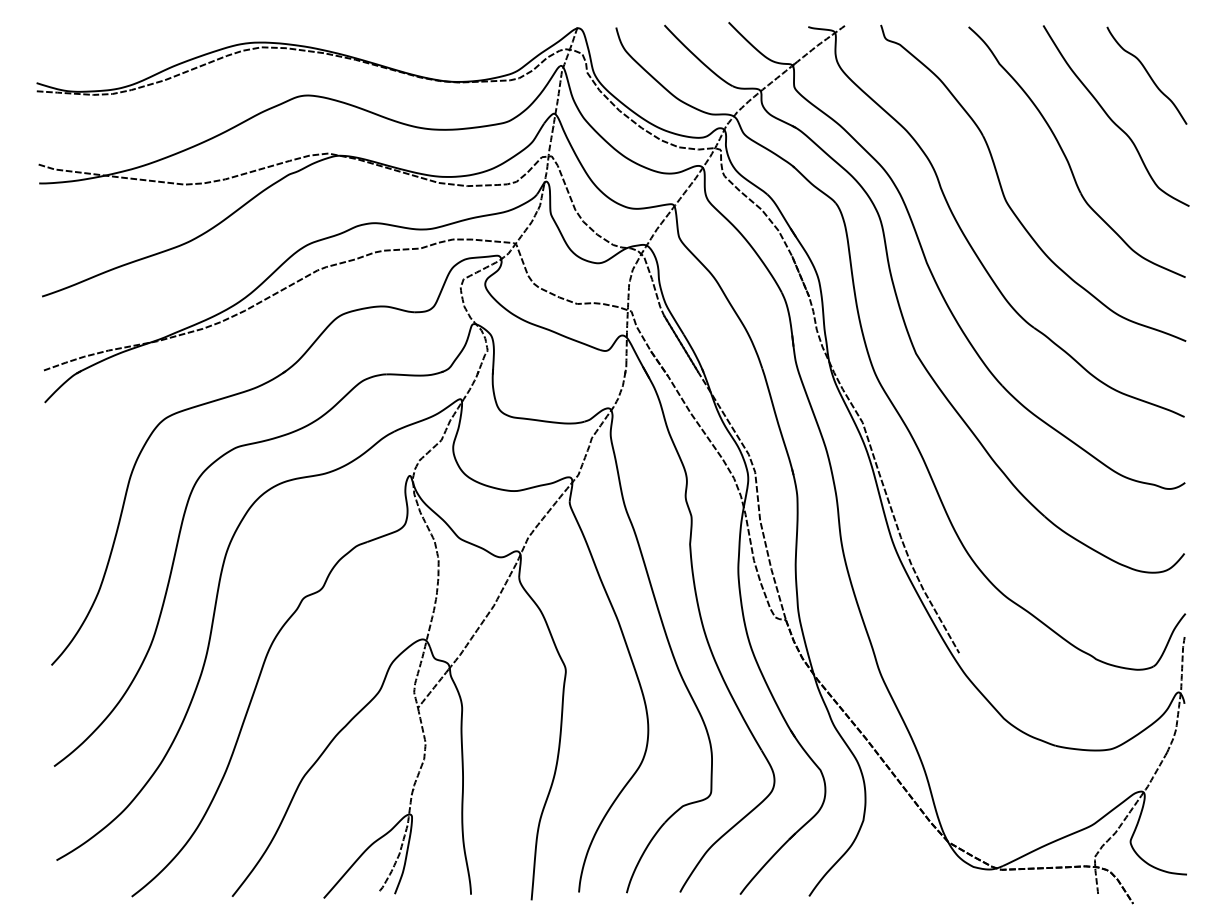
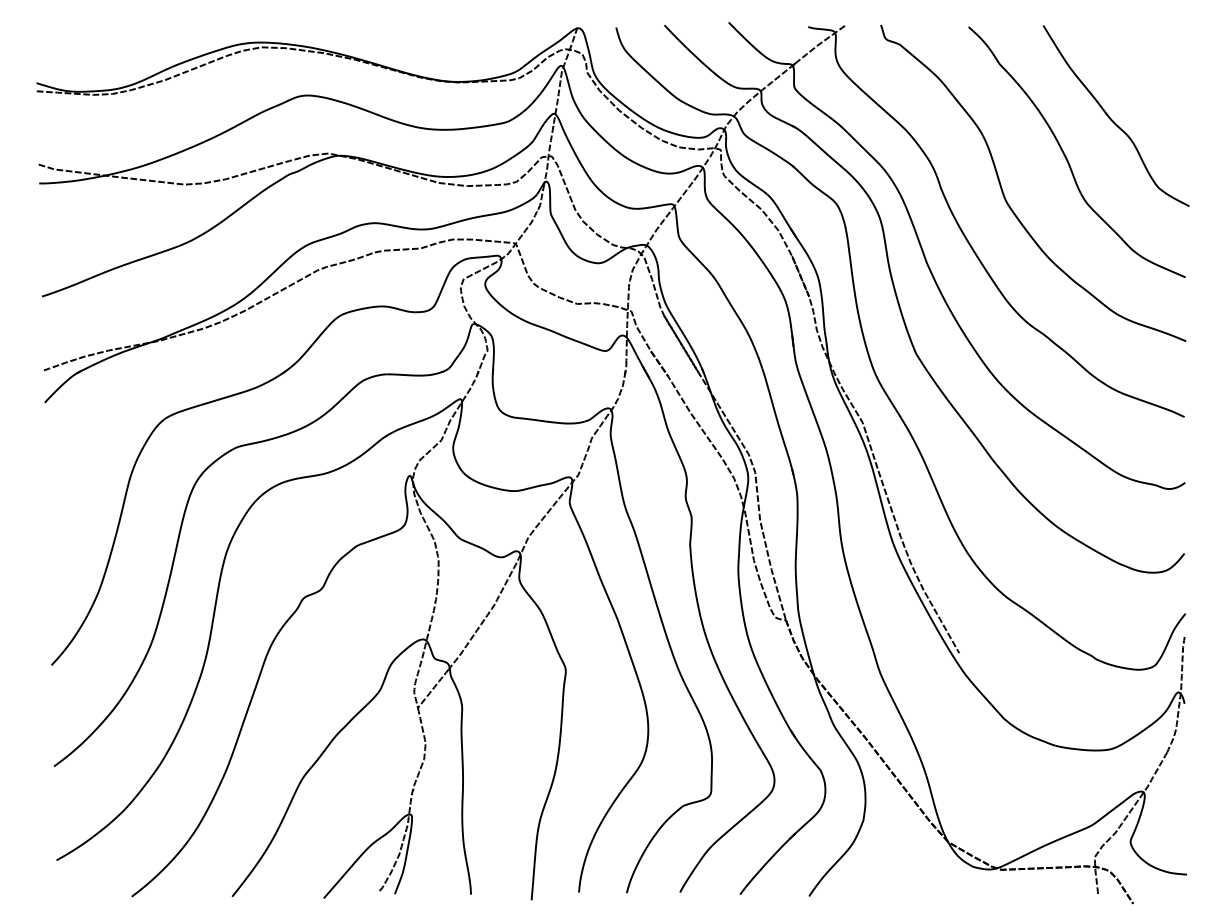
curve at (1147, 74): present -> none
